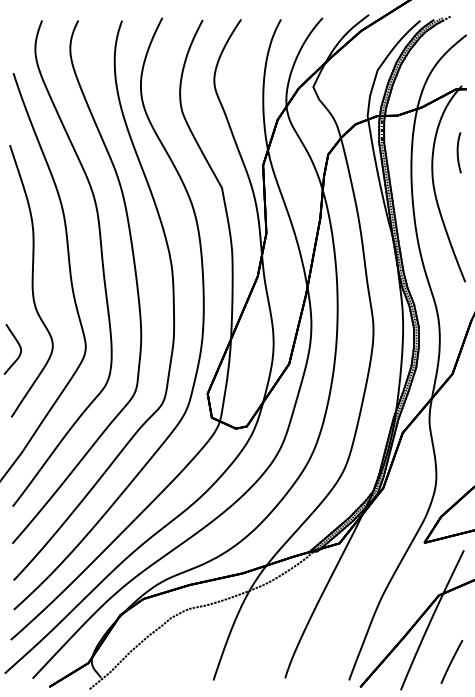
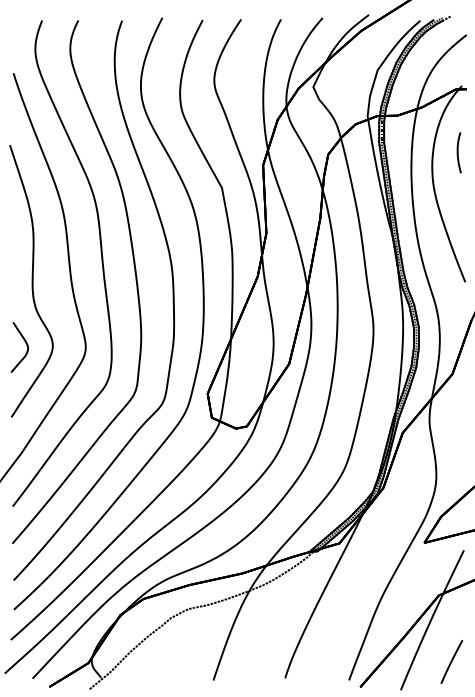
part at (18, 345) position: (18, 345) -> (25, 343)
